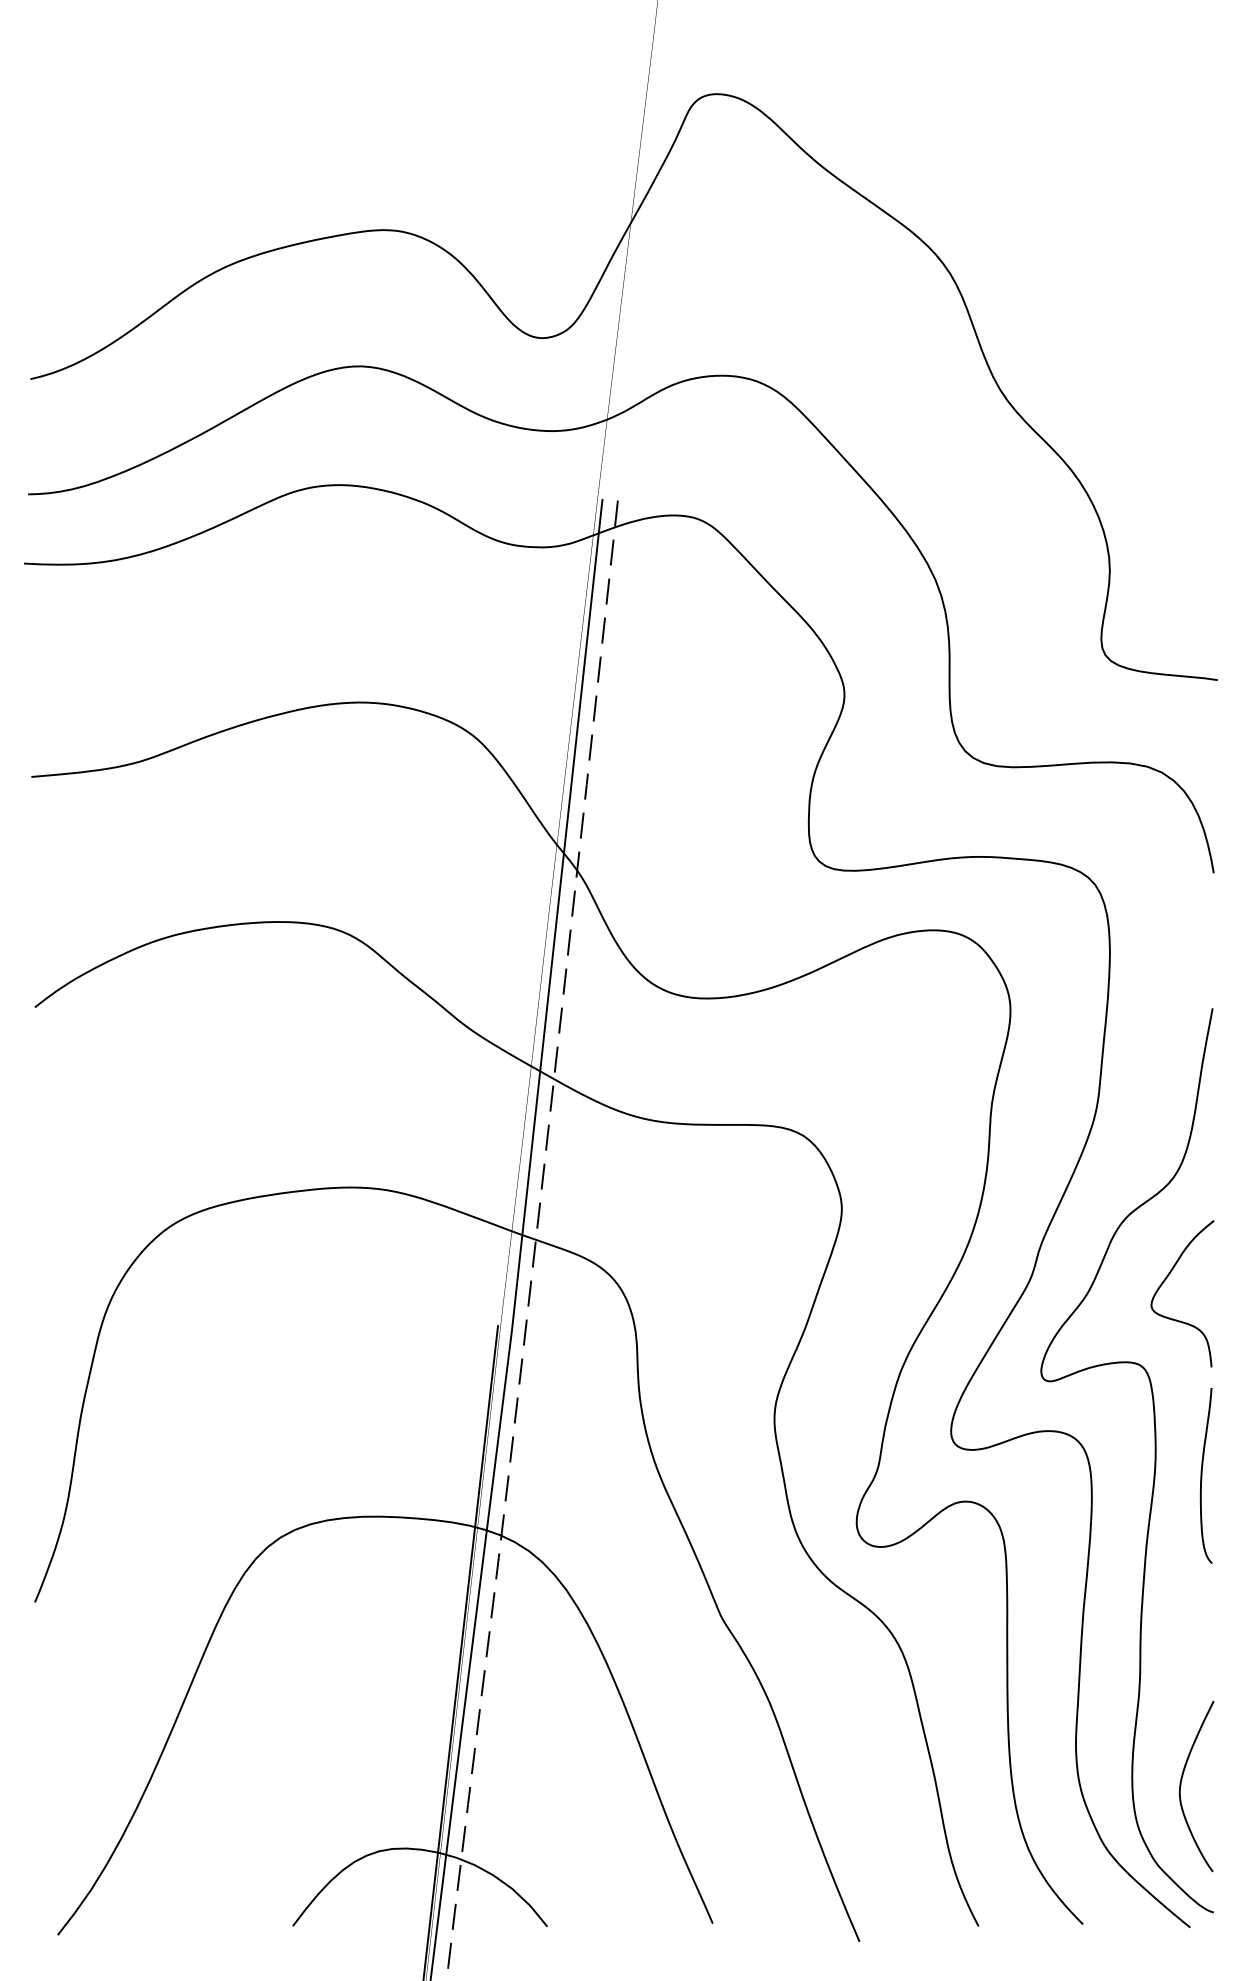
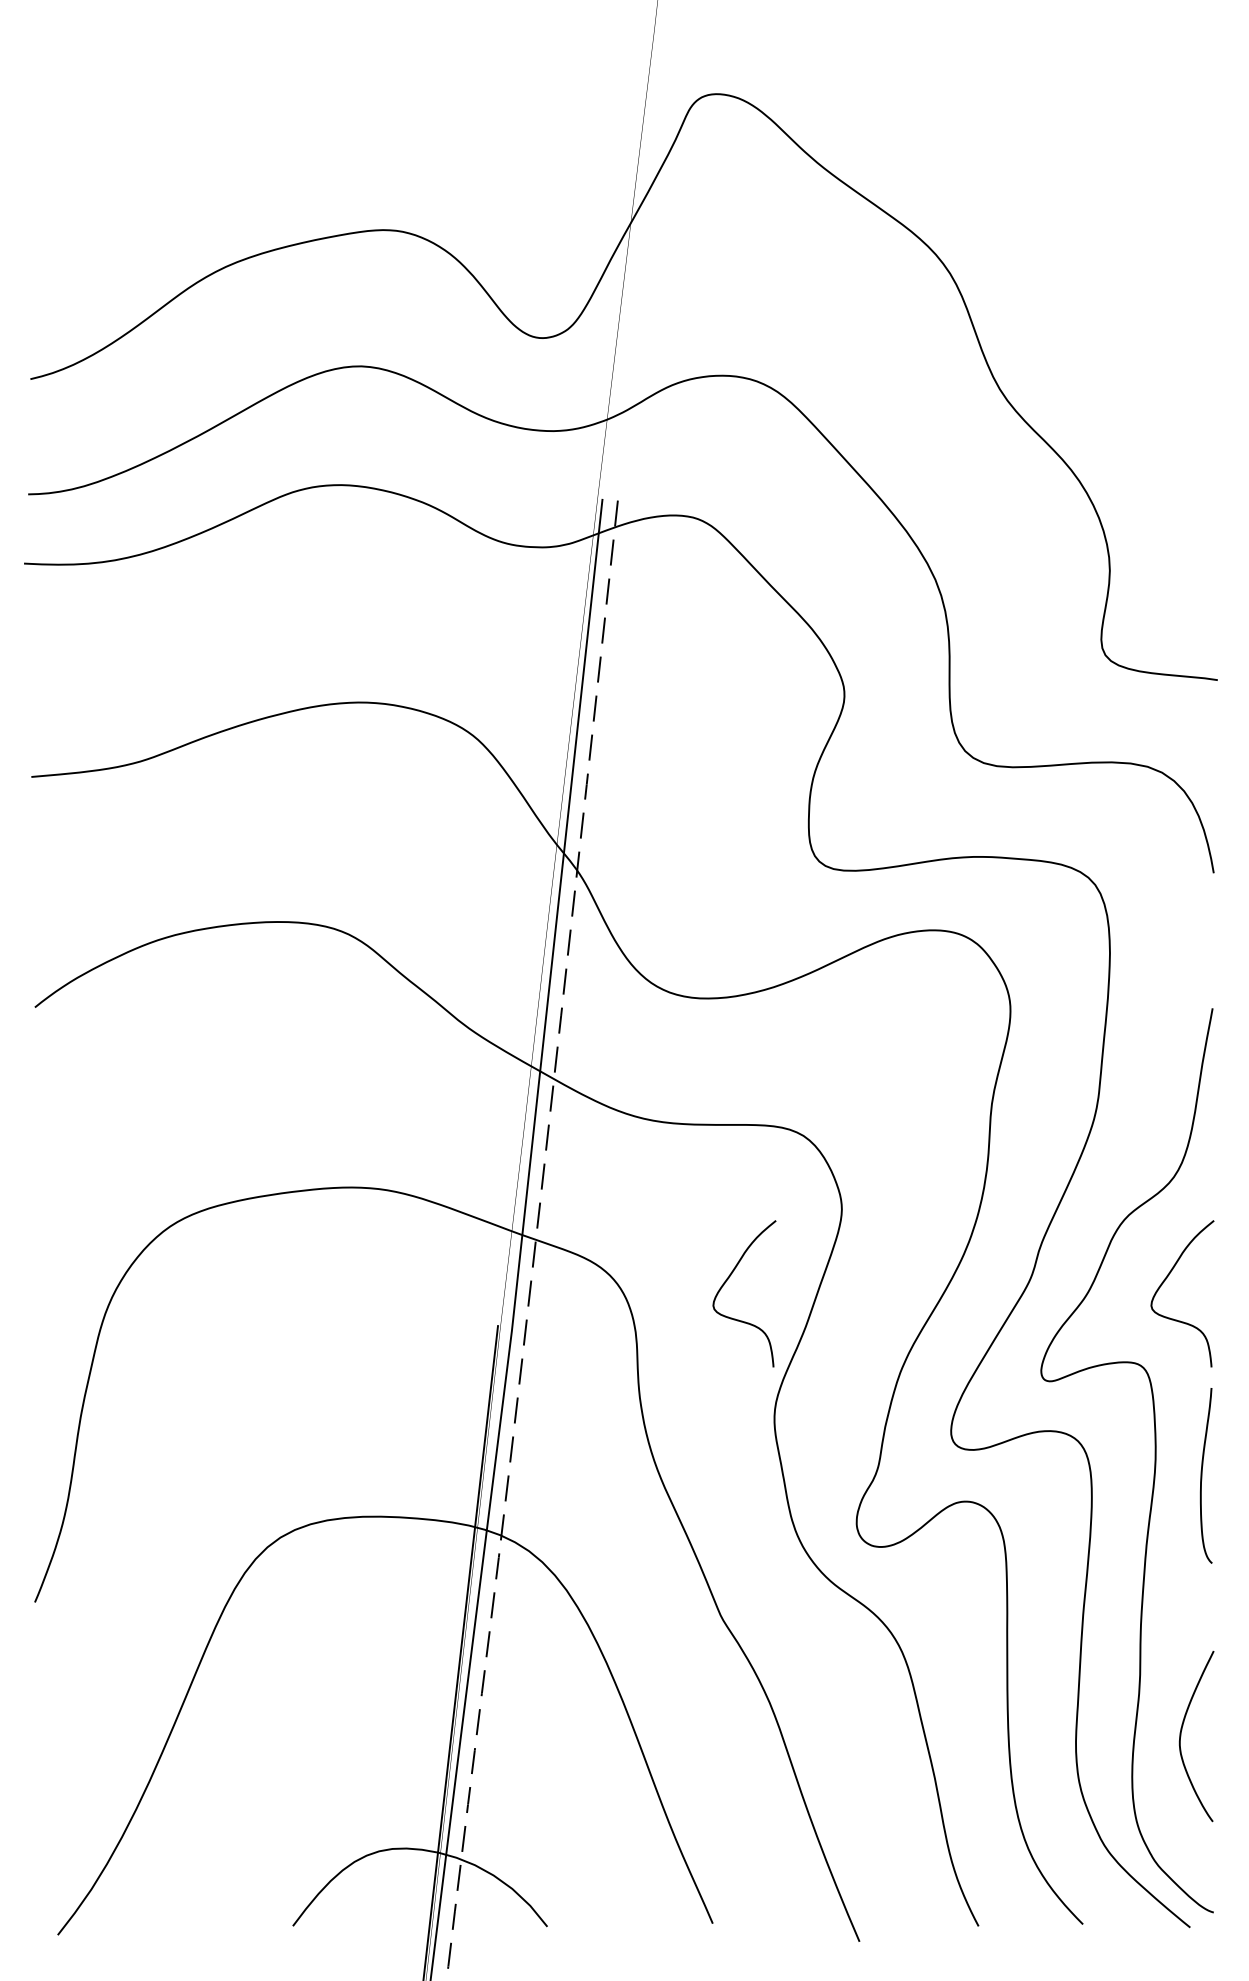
curve at (726, 1282): none -> present
curve at (1181, 1786) position: (1181, 1786) -> (1181, 1736)
